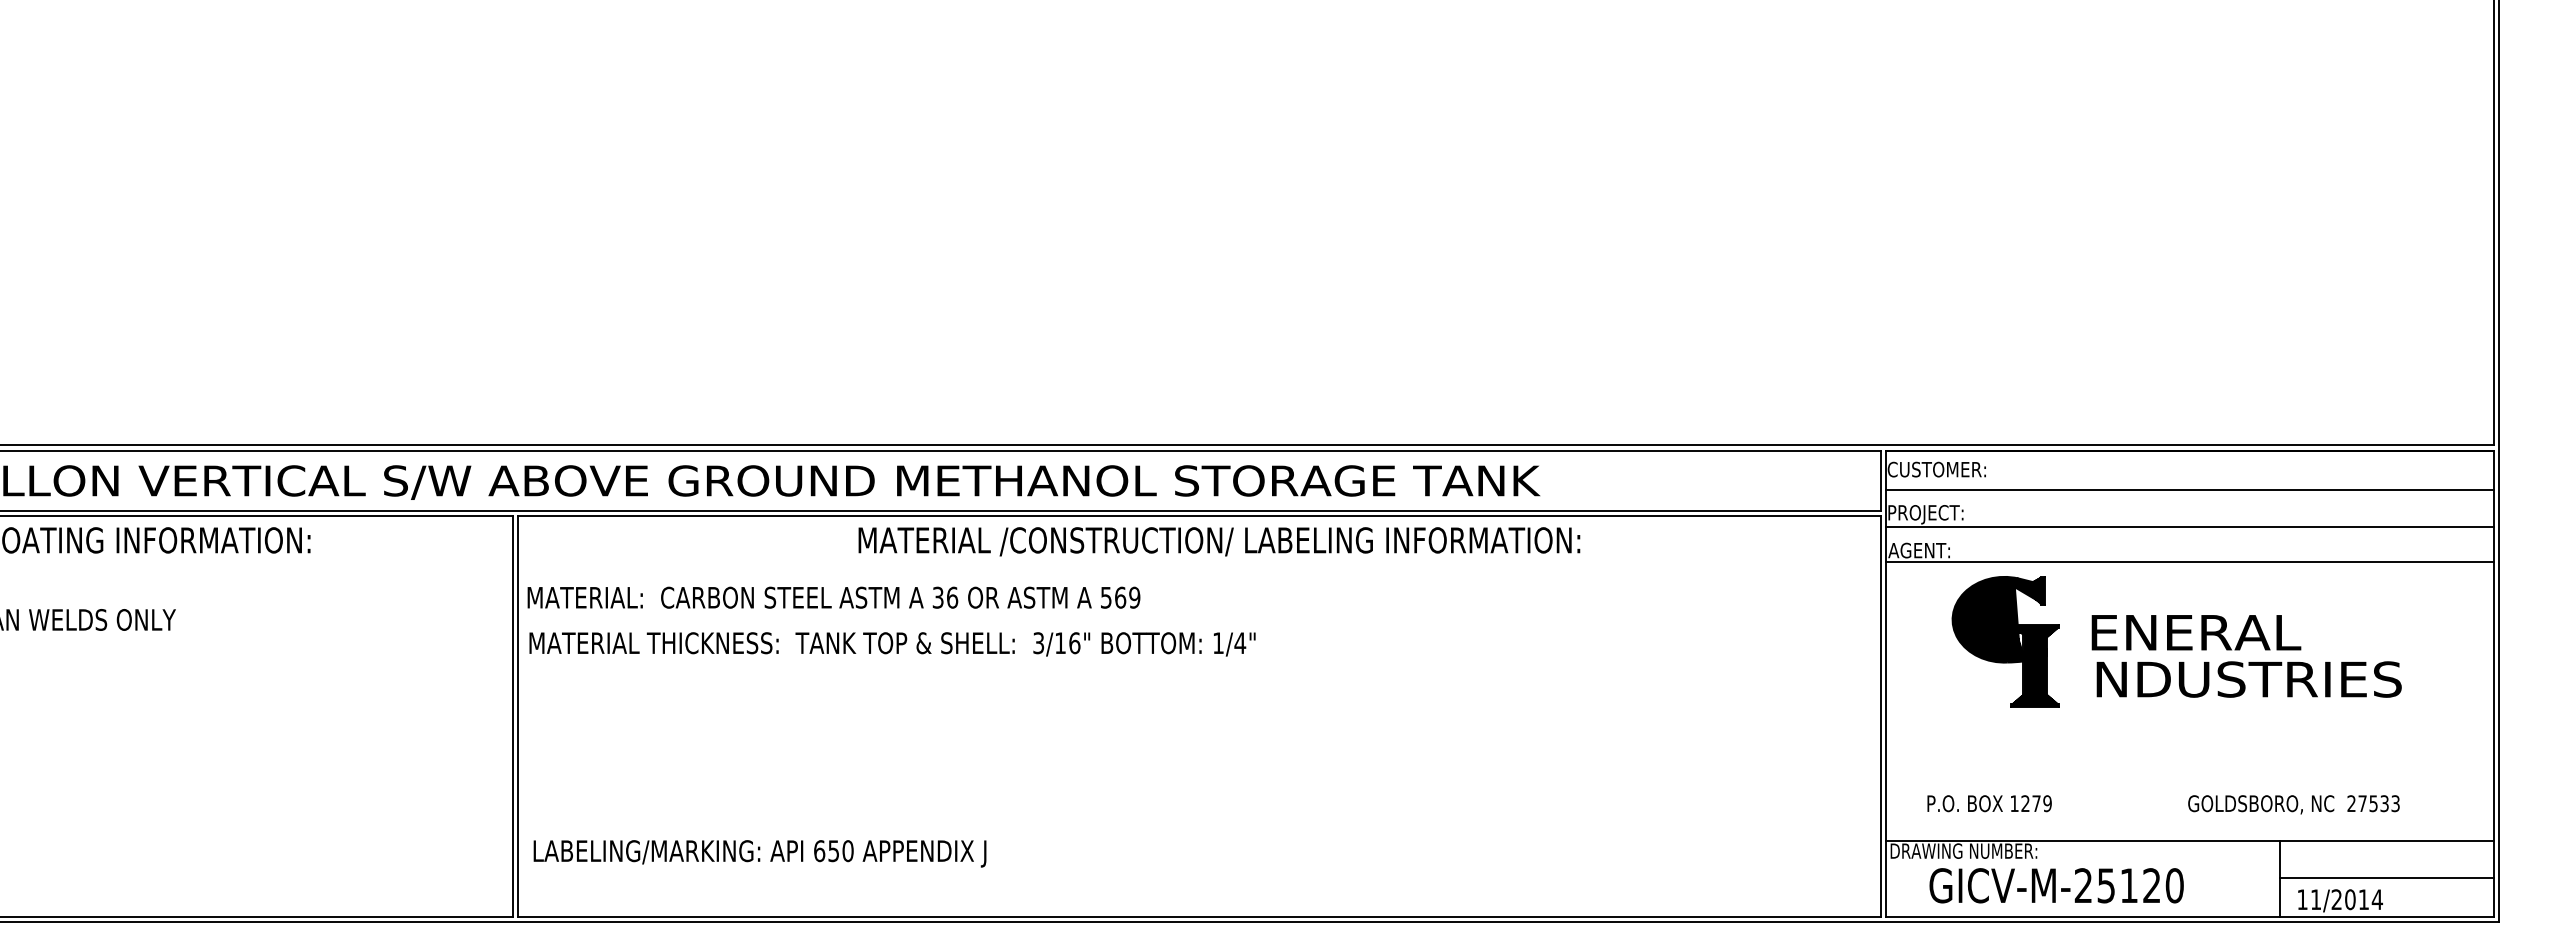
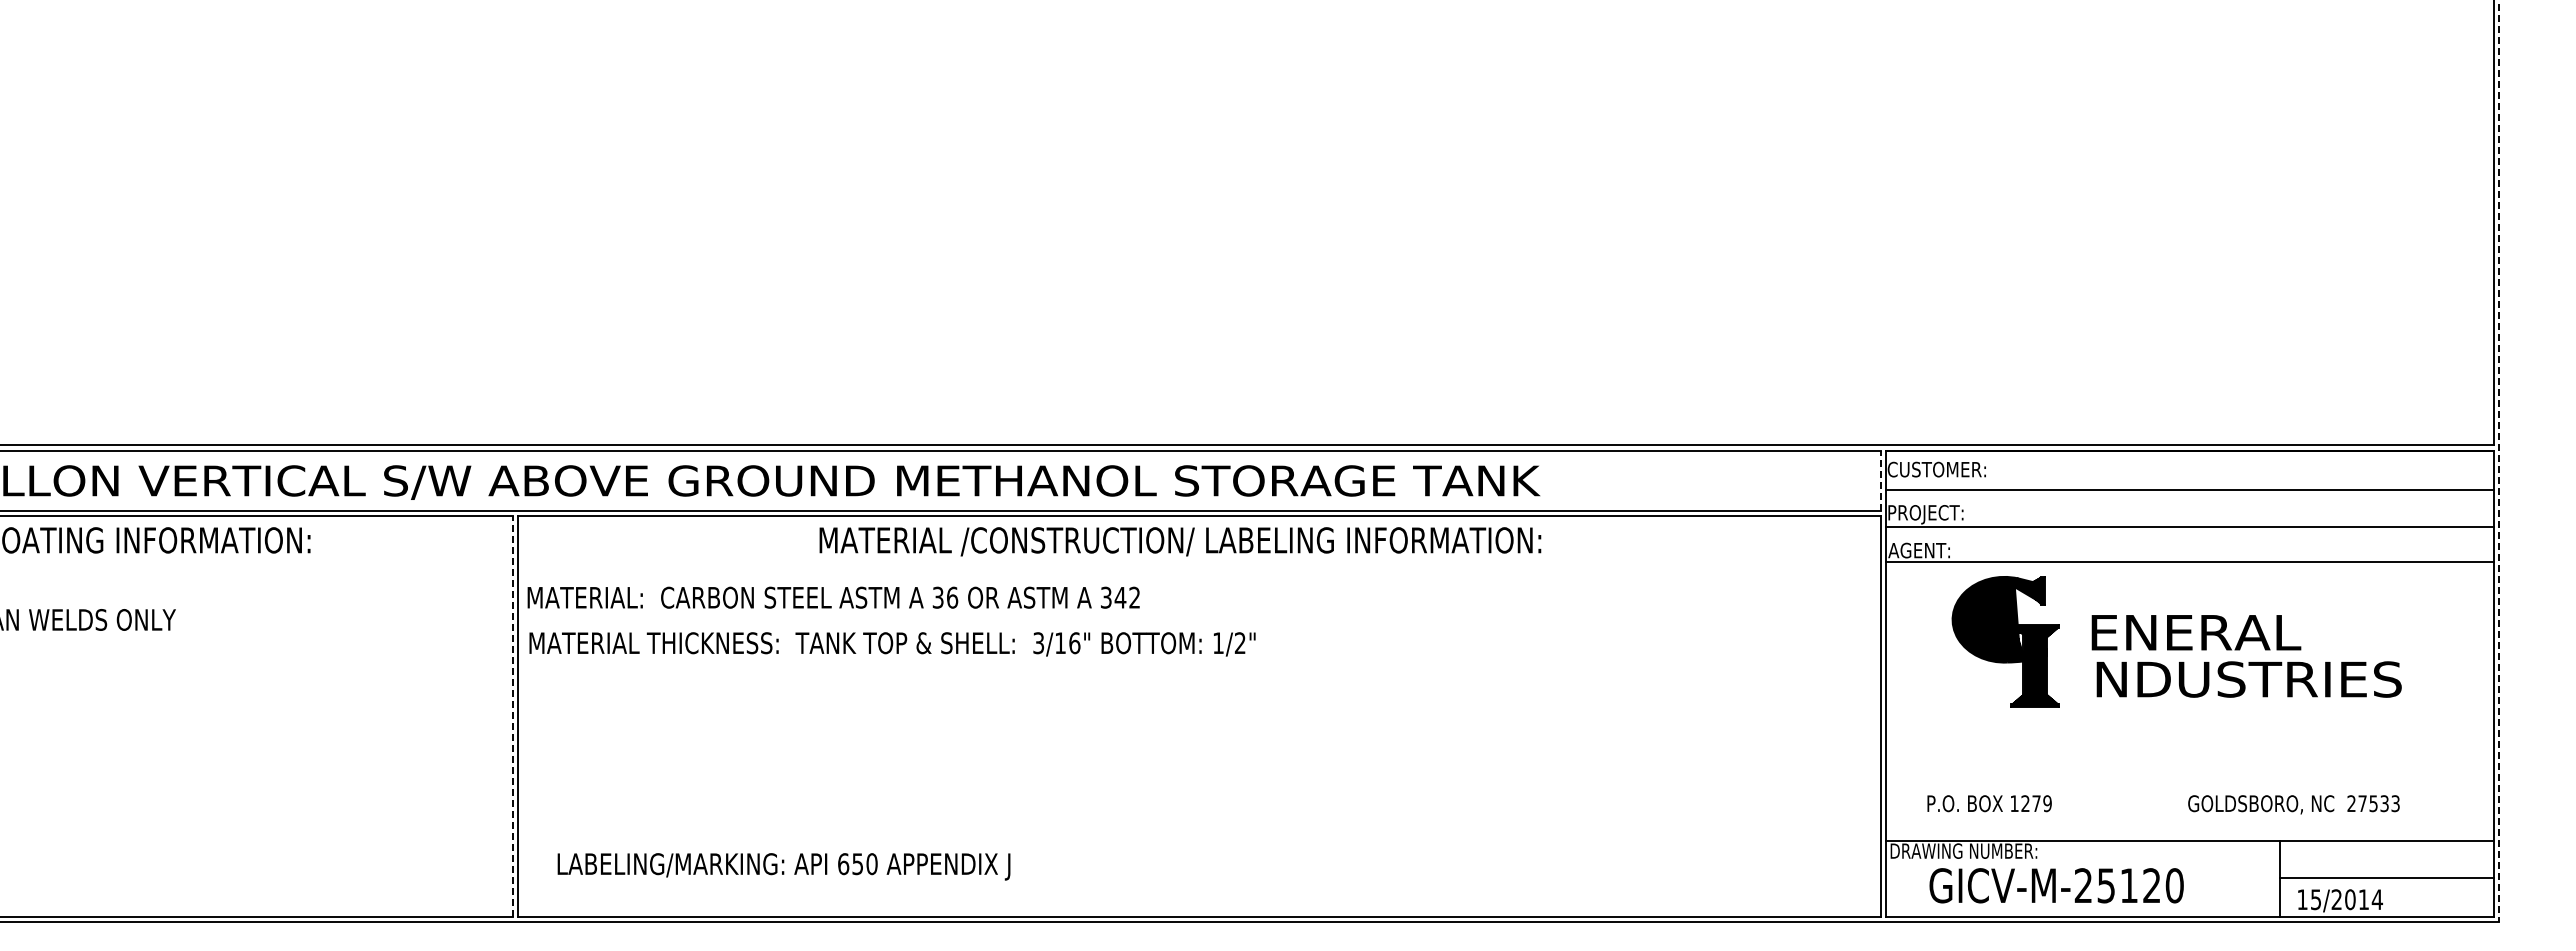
line at (2498, 461): solid -> dashed
line at (1880, 480): solid -> dashed
text at (1219, 541) position: (1219, 541) -> (1180, 541)
text at (1120, 597): 569 -> 342
text at (1240, 642): 1/4" -> 1/2"
line at (512, 716): solid -> dashed
text at (759, 853) position: (759, 853) -> (783, 866)
text at (2315, 899): 11/2014 -> 15/2014
